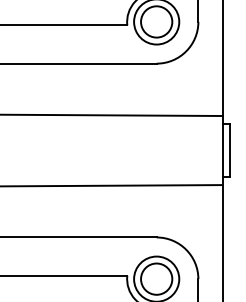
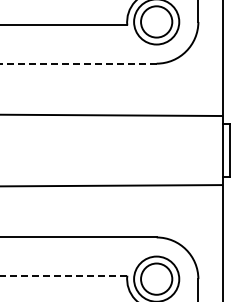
line at (78, 63): solid -> dashed
line at (63, 275): solid -> dashed
